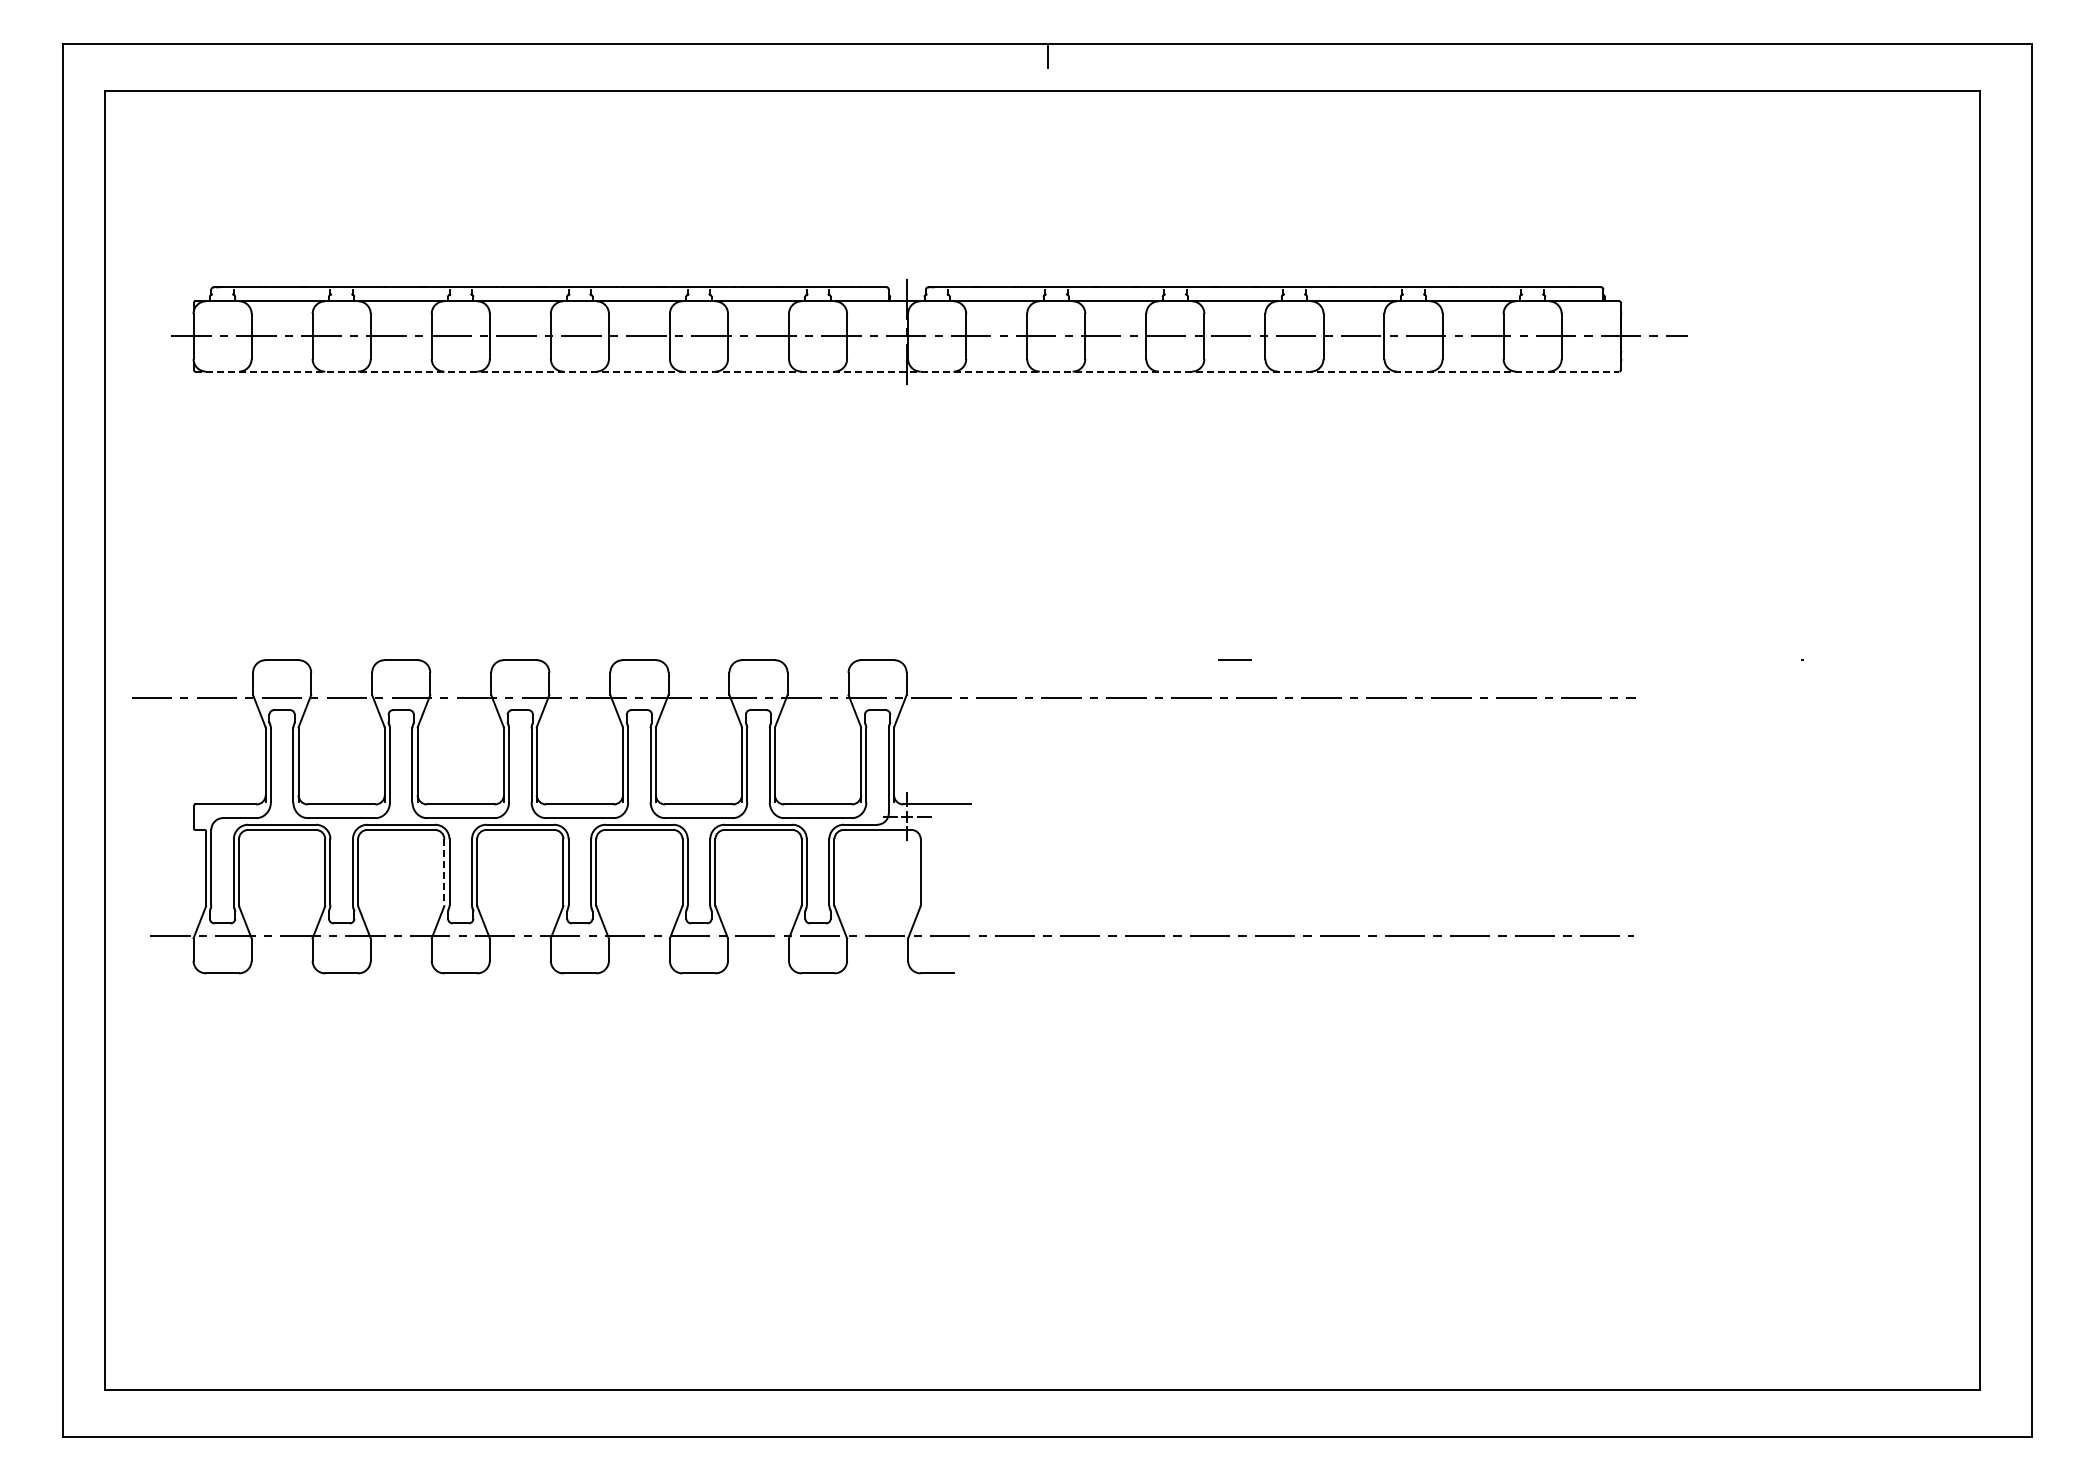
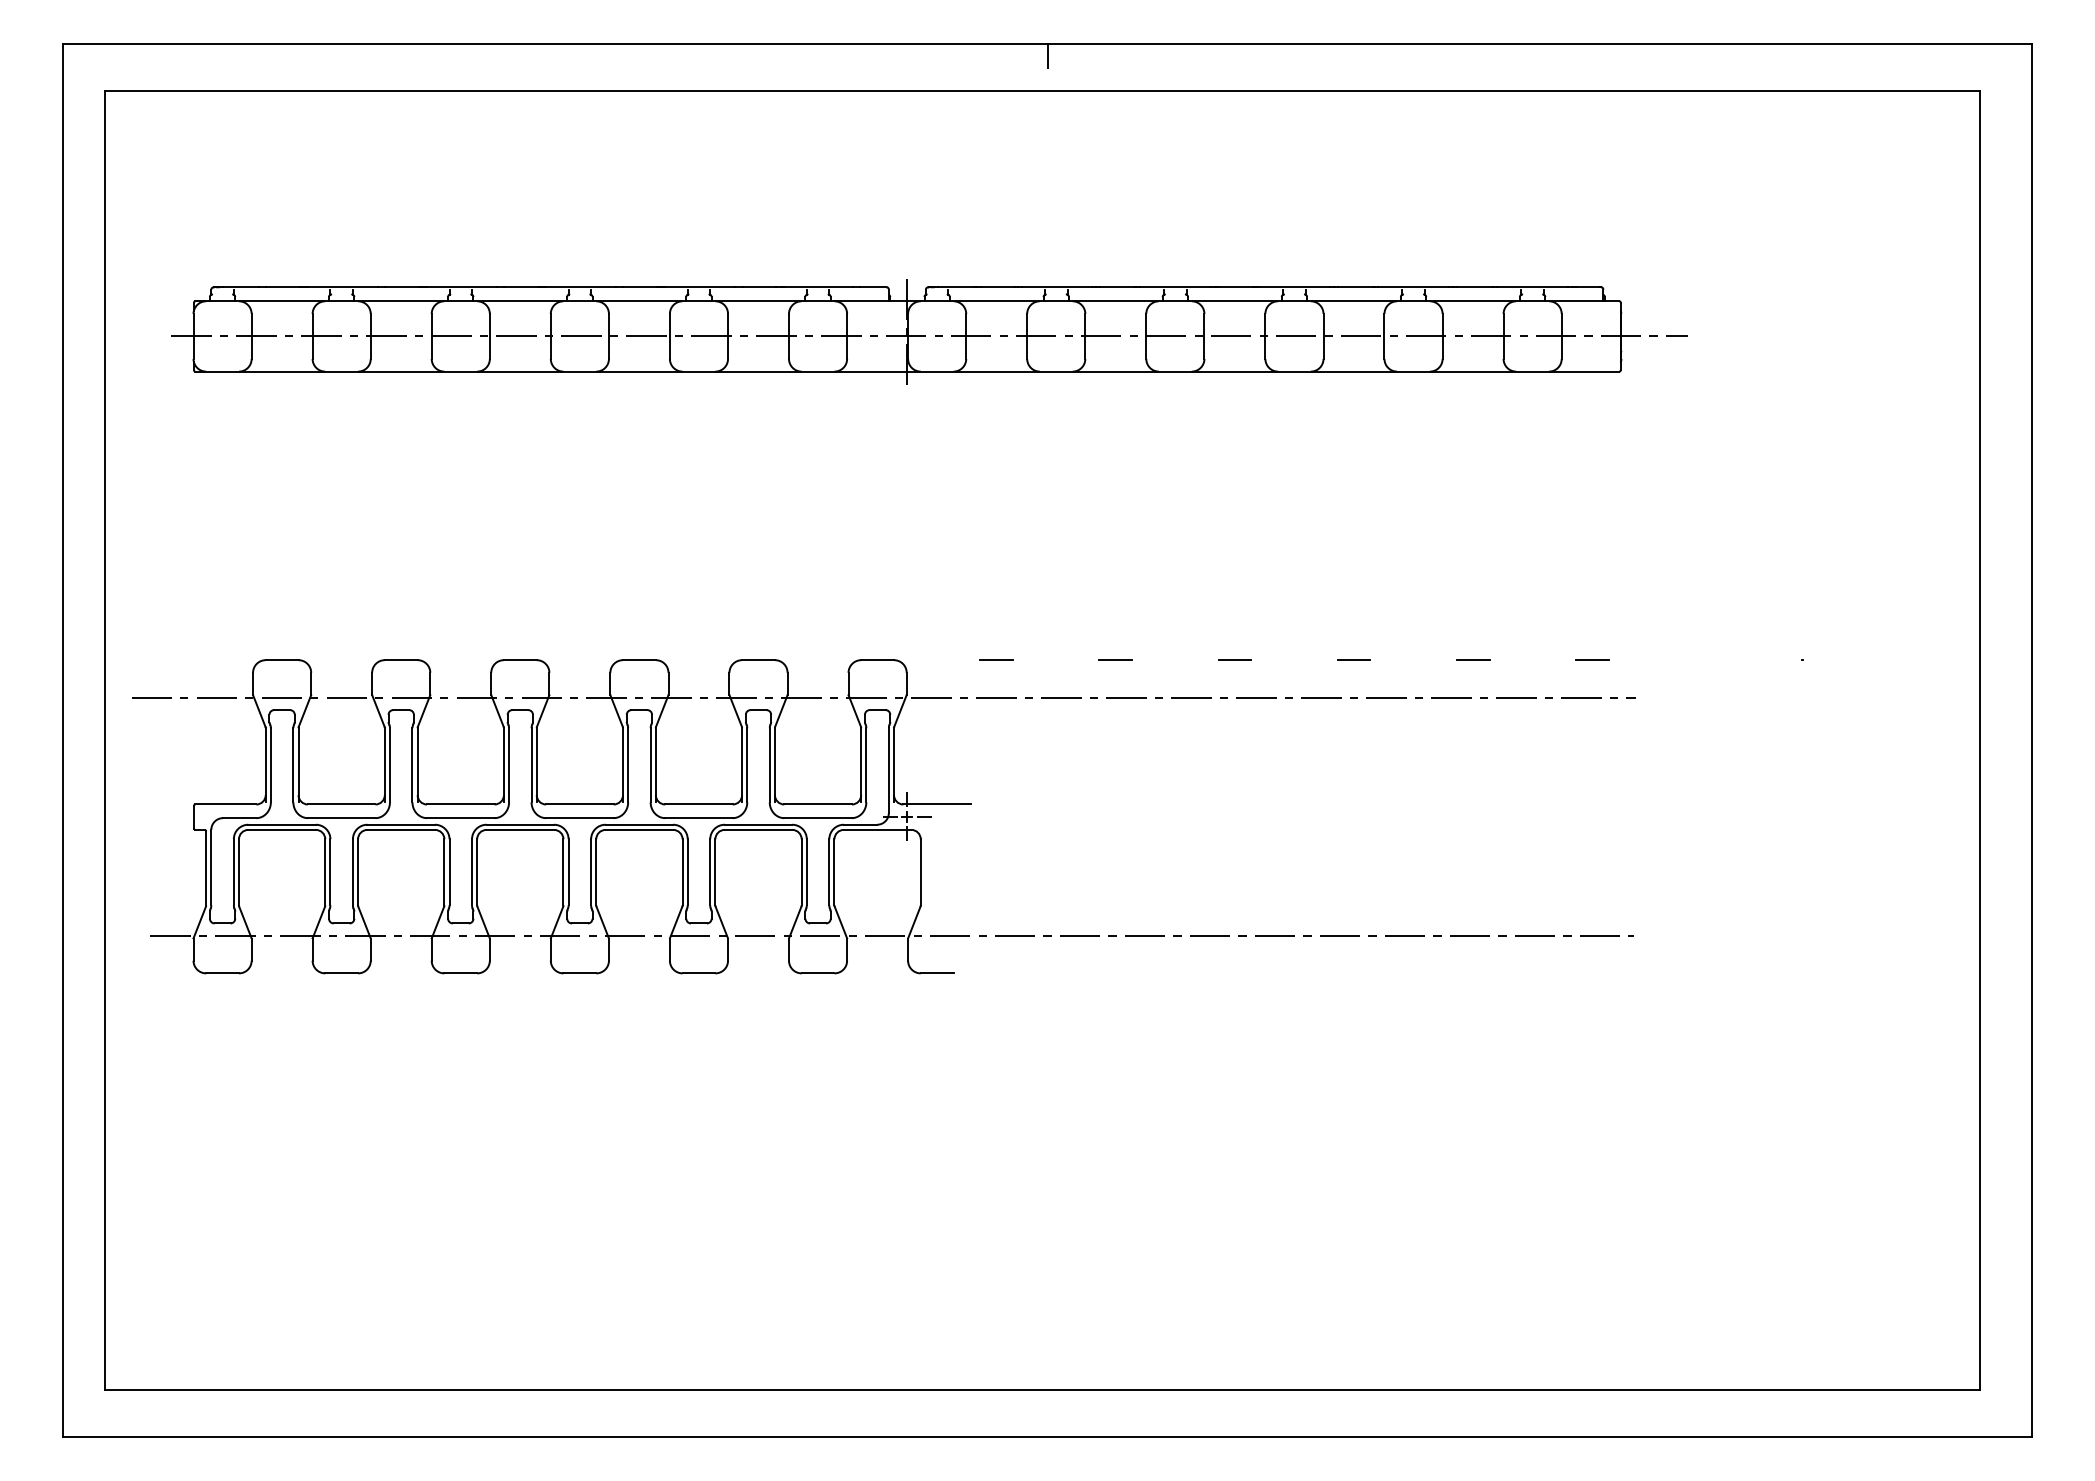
line at (907, 371): dashed -> solid
line at (1353, 659): none -> present
line at (996, 660): none -> present
line at (1115, 660): none -> present
line at (1472, 660): none -> present
line at (1591, 660): none -> present
line at (444, 872): dashed -> solid
